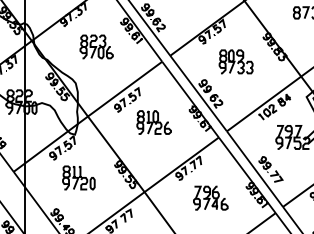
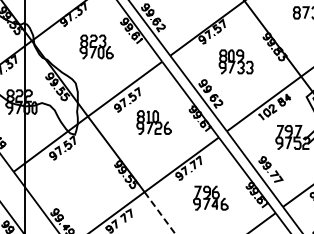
part at (78, 177): present -> none
line at (159, 213): solid -> dashed
